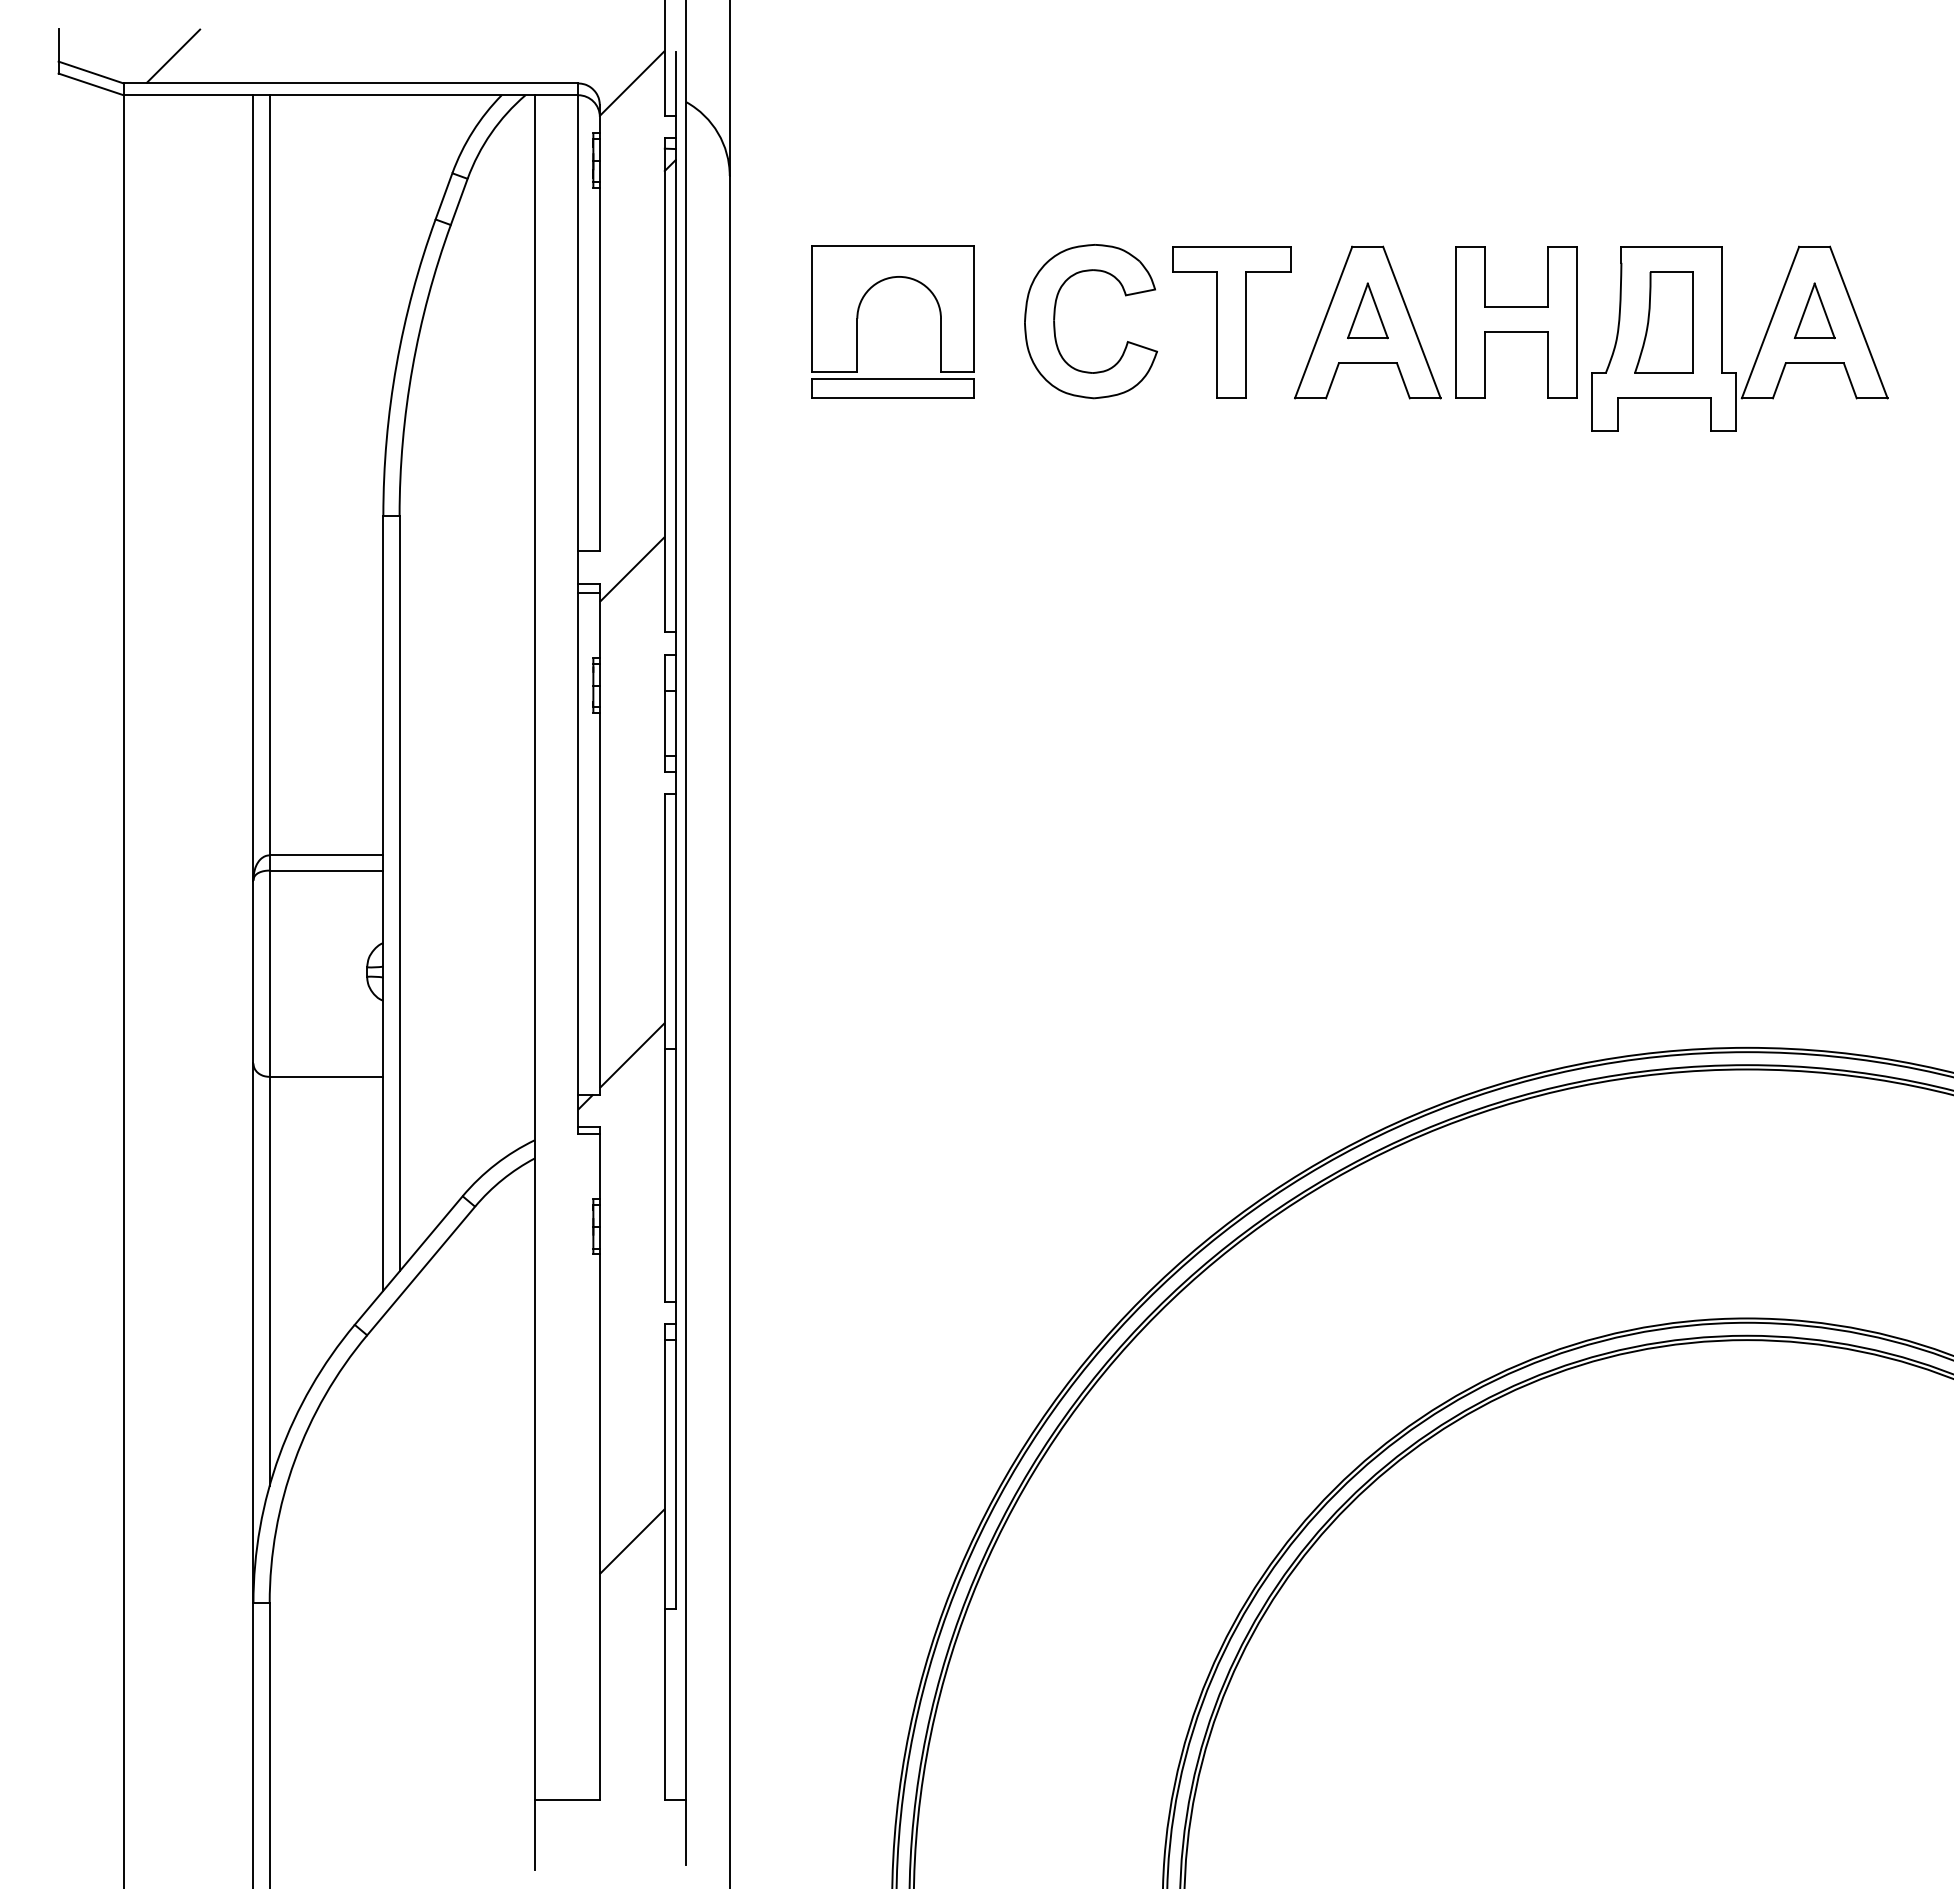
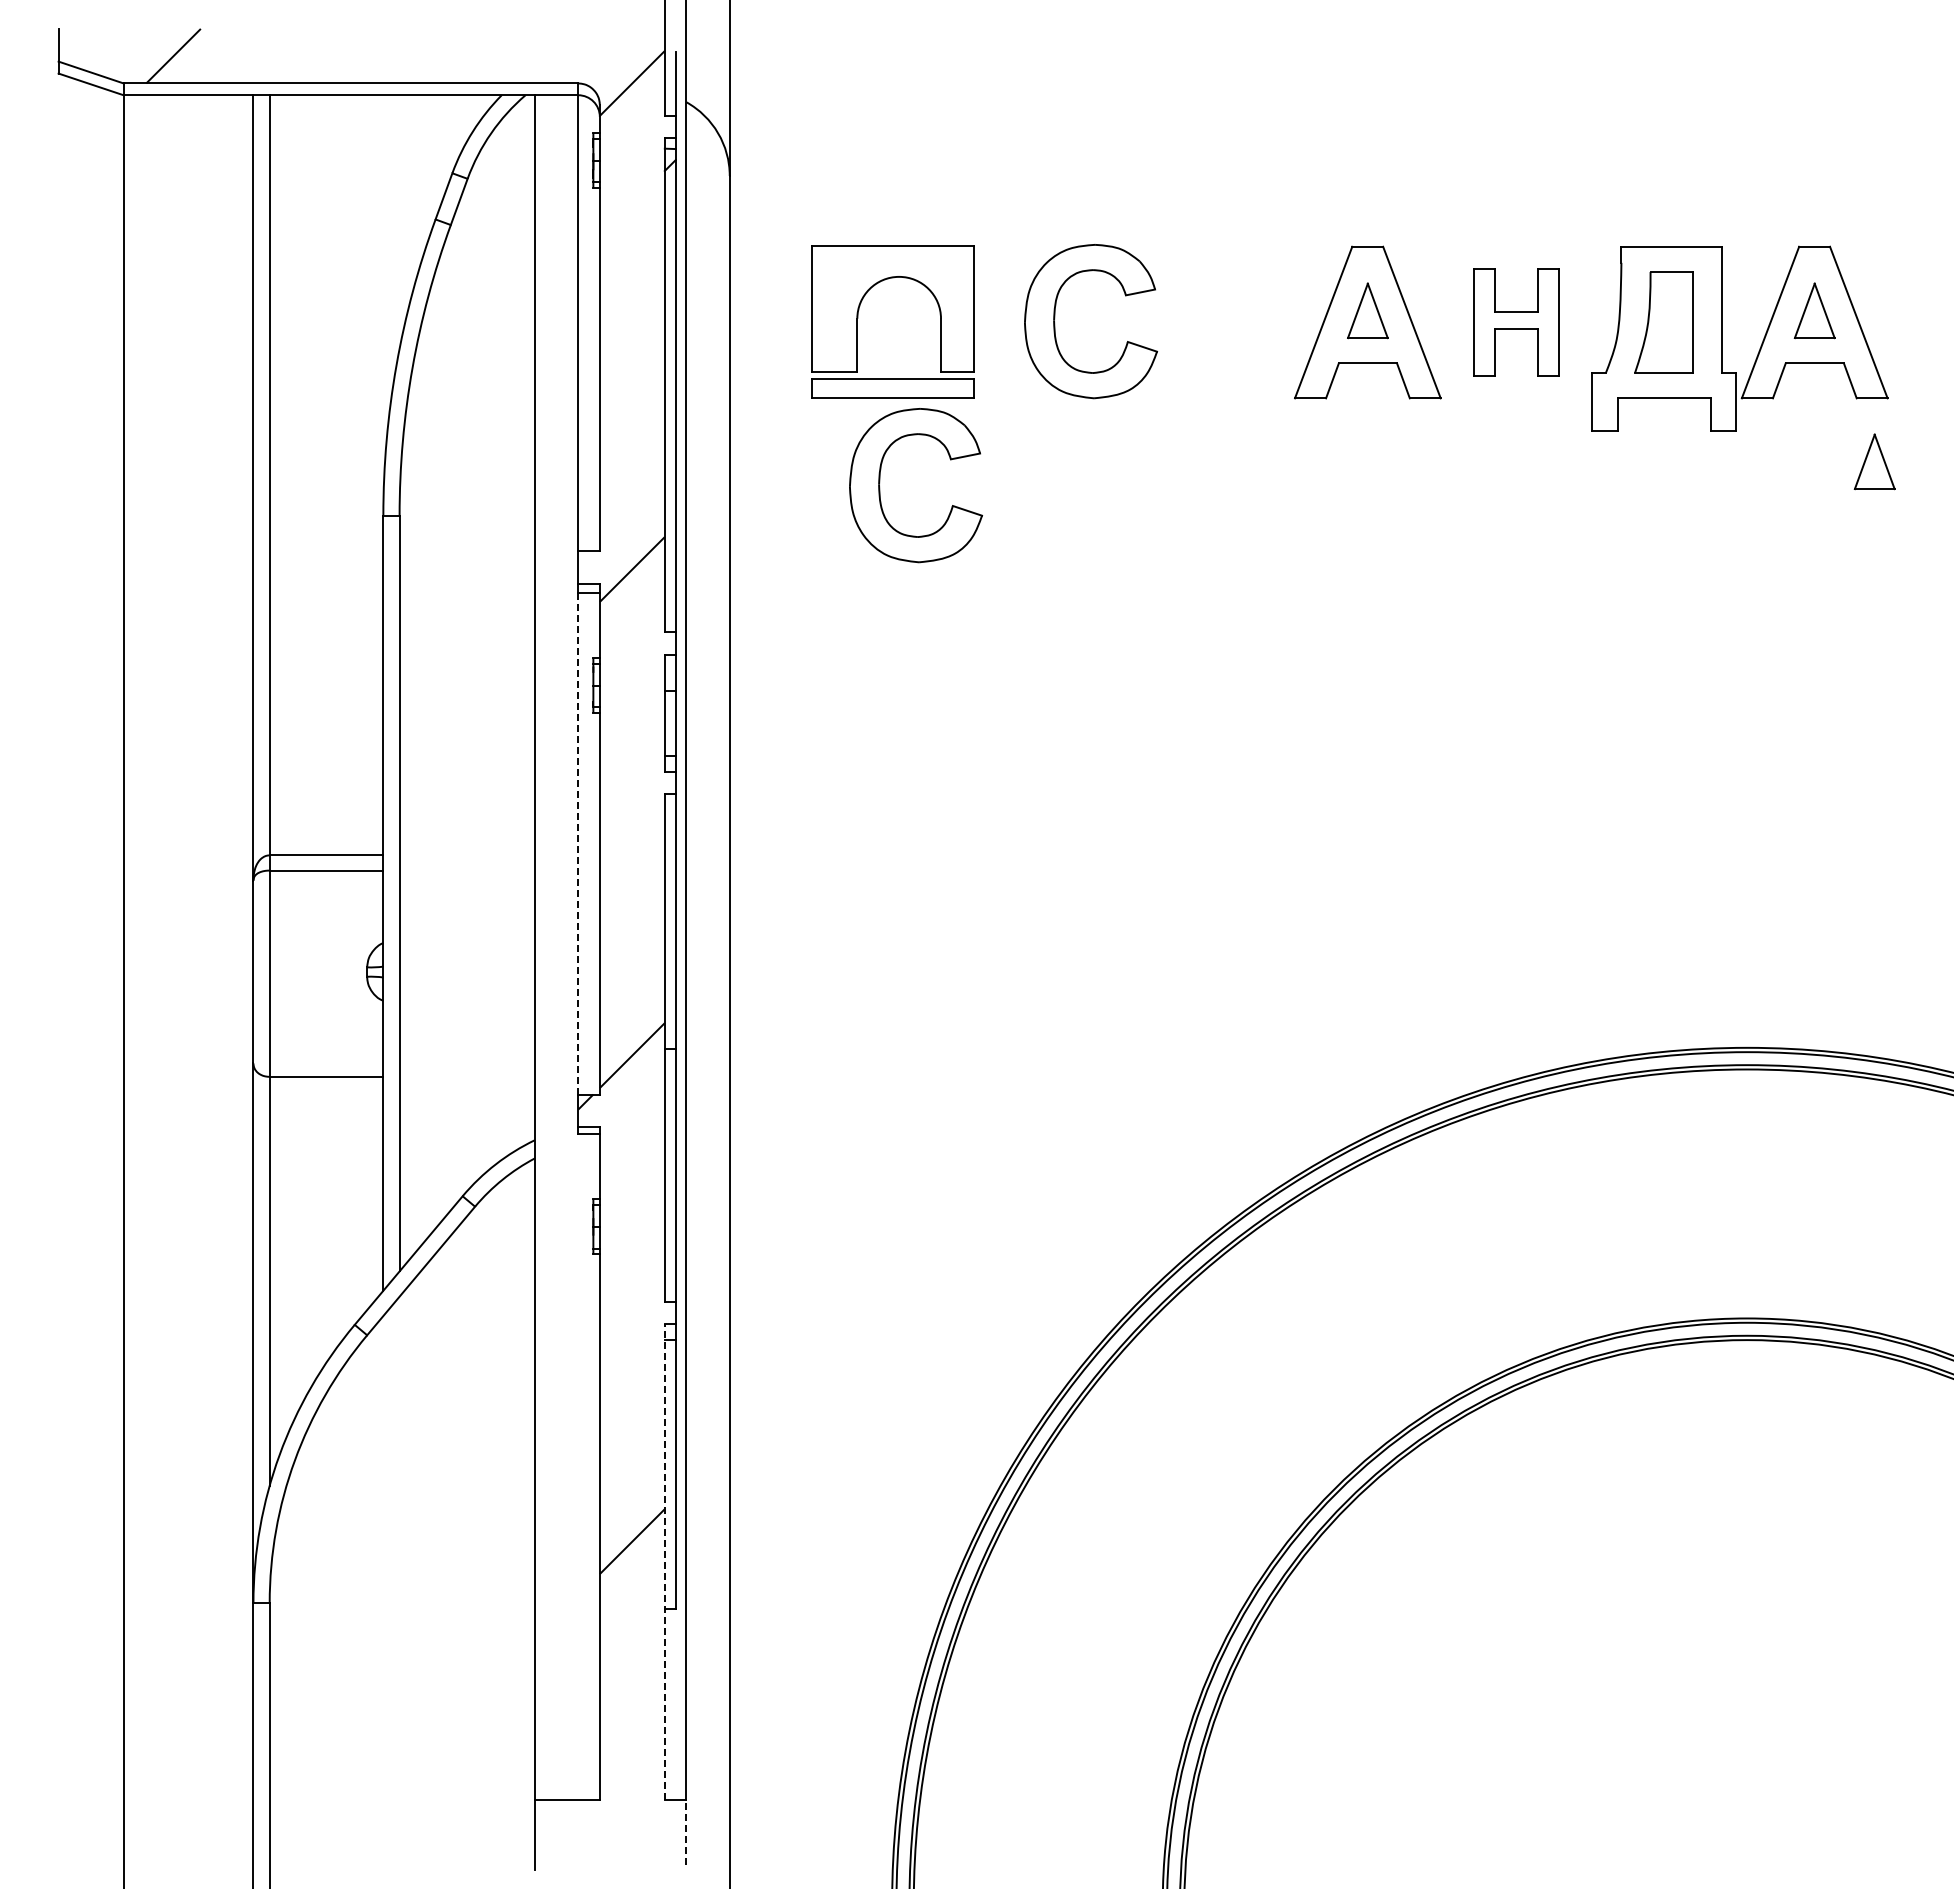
part at (1231, 322): present -> none
part at (1516, 322) size: 123x153 px -> 87x109 px
part at (1874, 461): none -> present
part at (880, 487): none -> present
line at (578, 843): solid -> dashed
line at (664, 1561): solid -> dashed
line at (686, 1832): solid -> dashed
